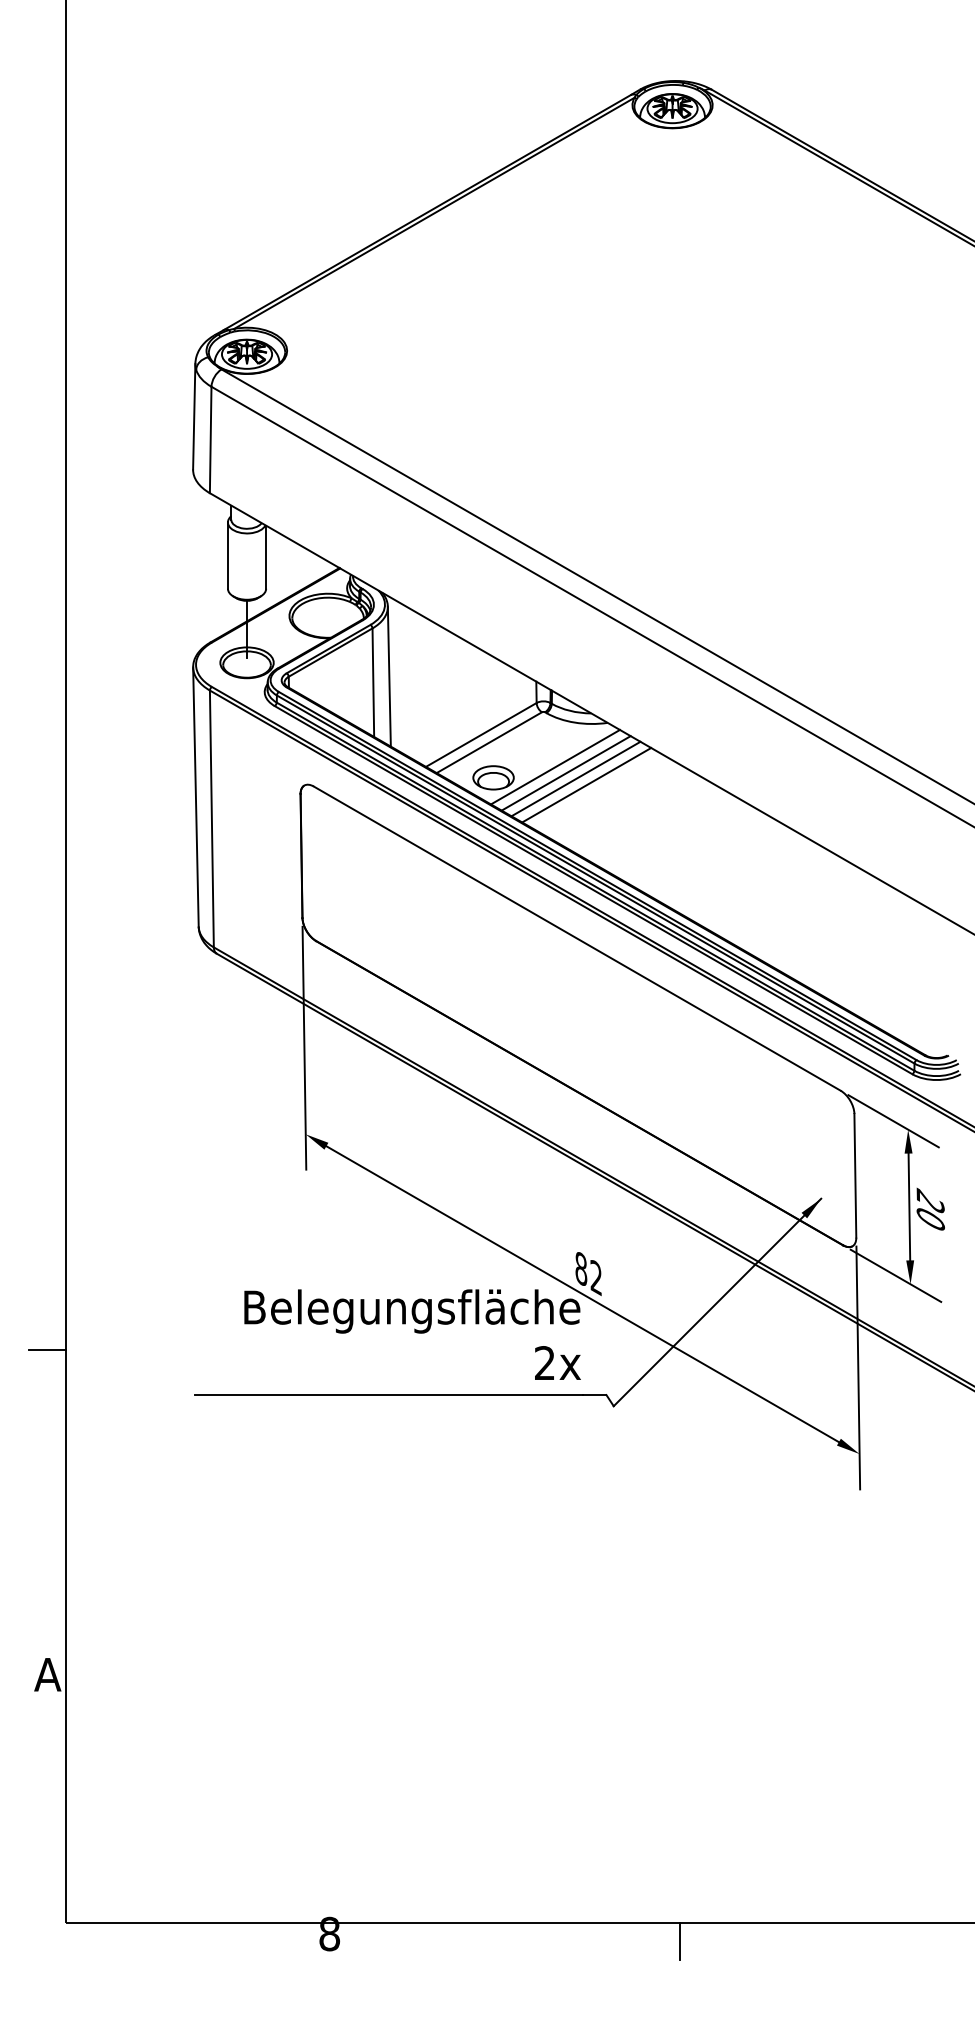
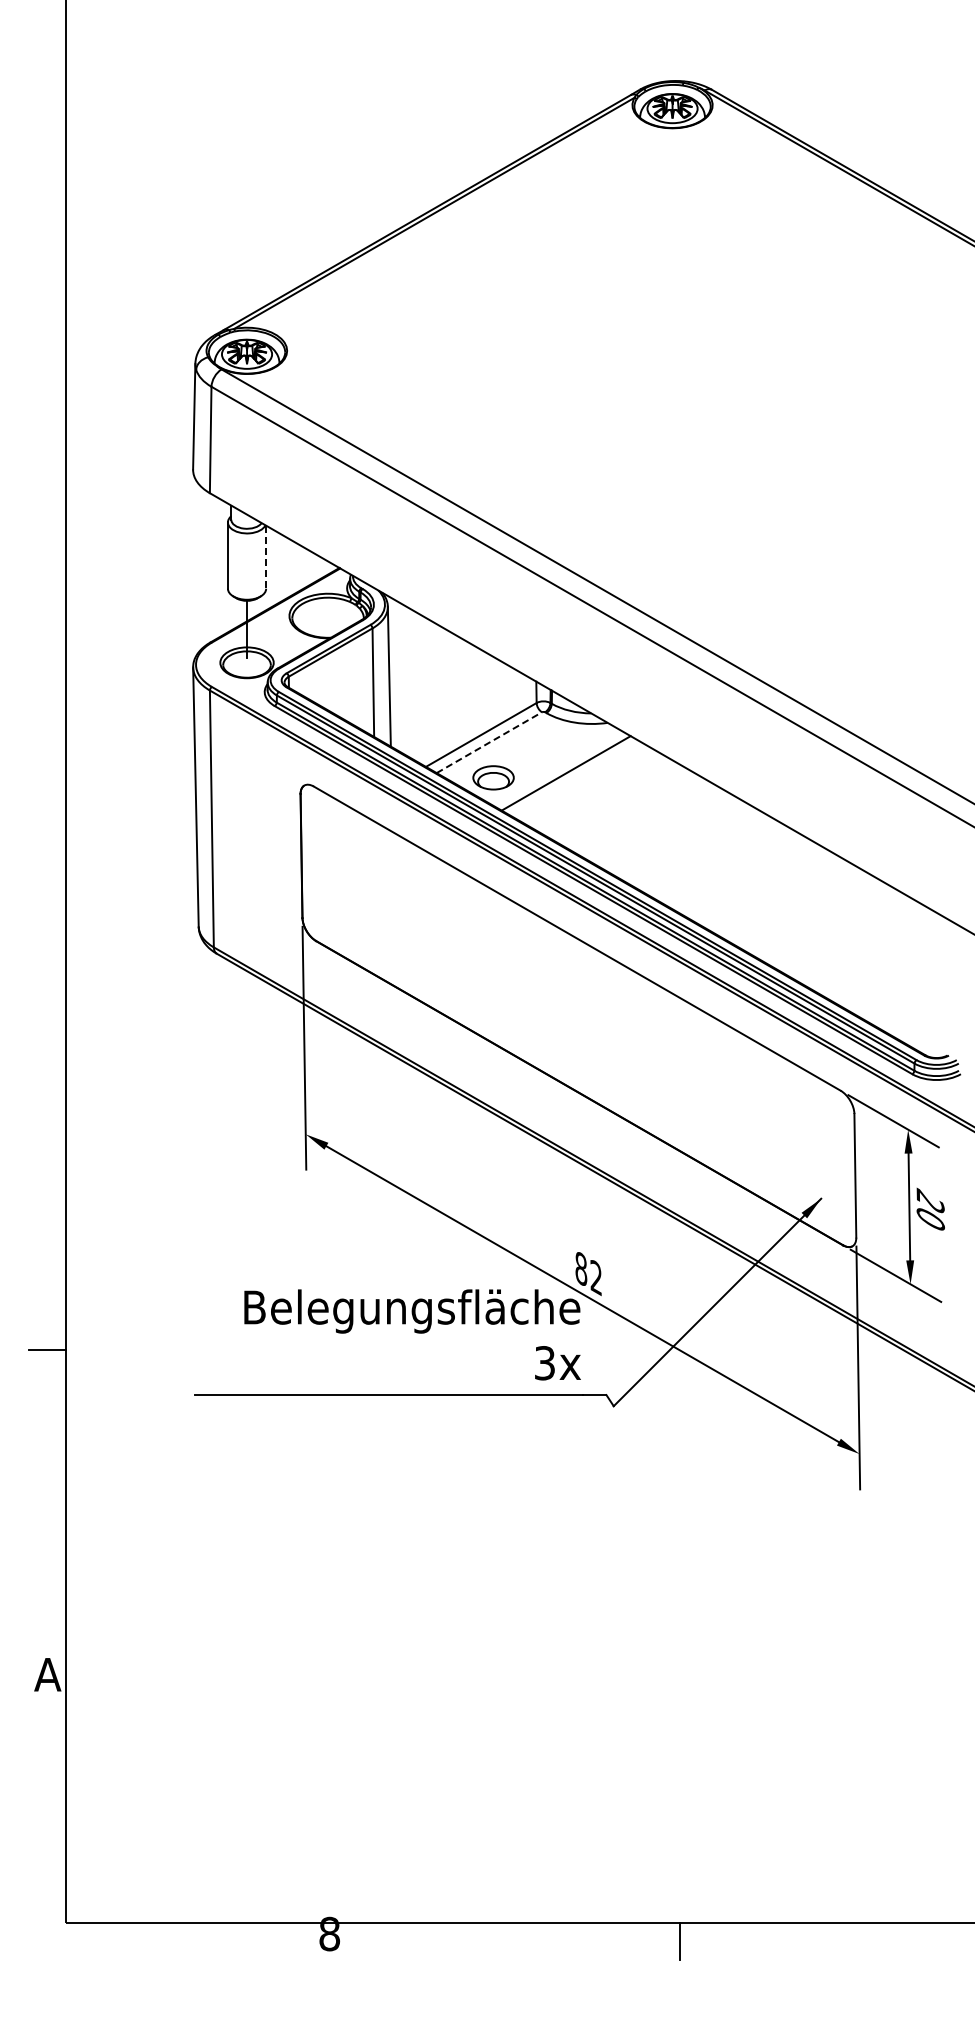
line at (266, 557): solid -> dashed
line at (489, 742): solid -> dashed
line at (554, 766): present -> none
line at (575, 778): present -> none
line at (586, 784): present -> none
text at (544, 1363): 2x -> 3x
